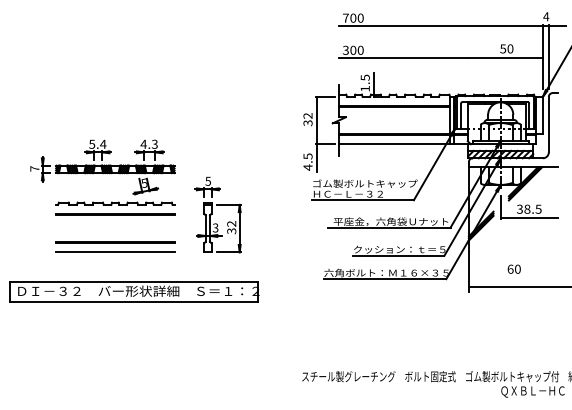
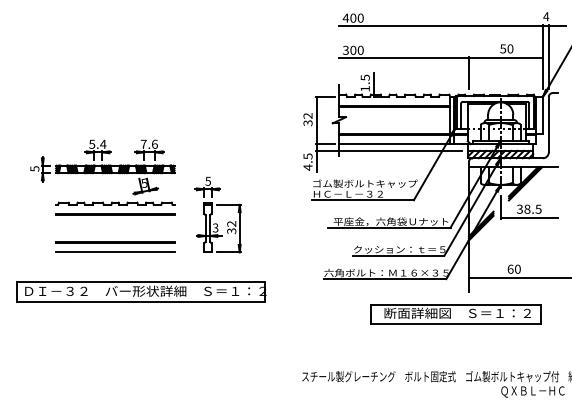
text at (345, 17): 700 -> 400
line at (468, 73): none -> present
text at (148, 143): 4.3 -> 7.6
line at (388, 150): none -> present
text at (34, 168): 7 -> 5
line at (518, 287) position: (518, 287) -> (518, 278)
part at (134, 291) position: (134, 291) -> (141, 291)
part at (455, 314): none -> present
